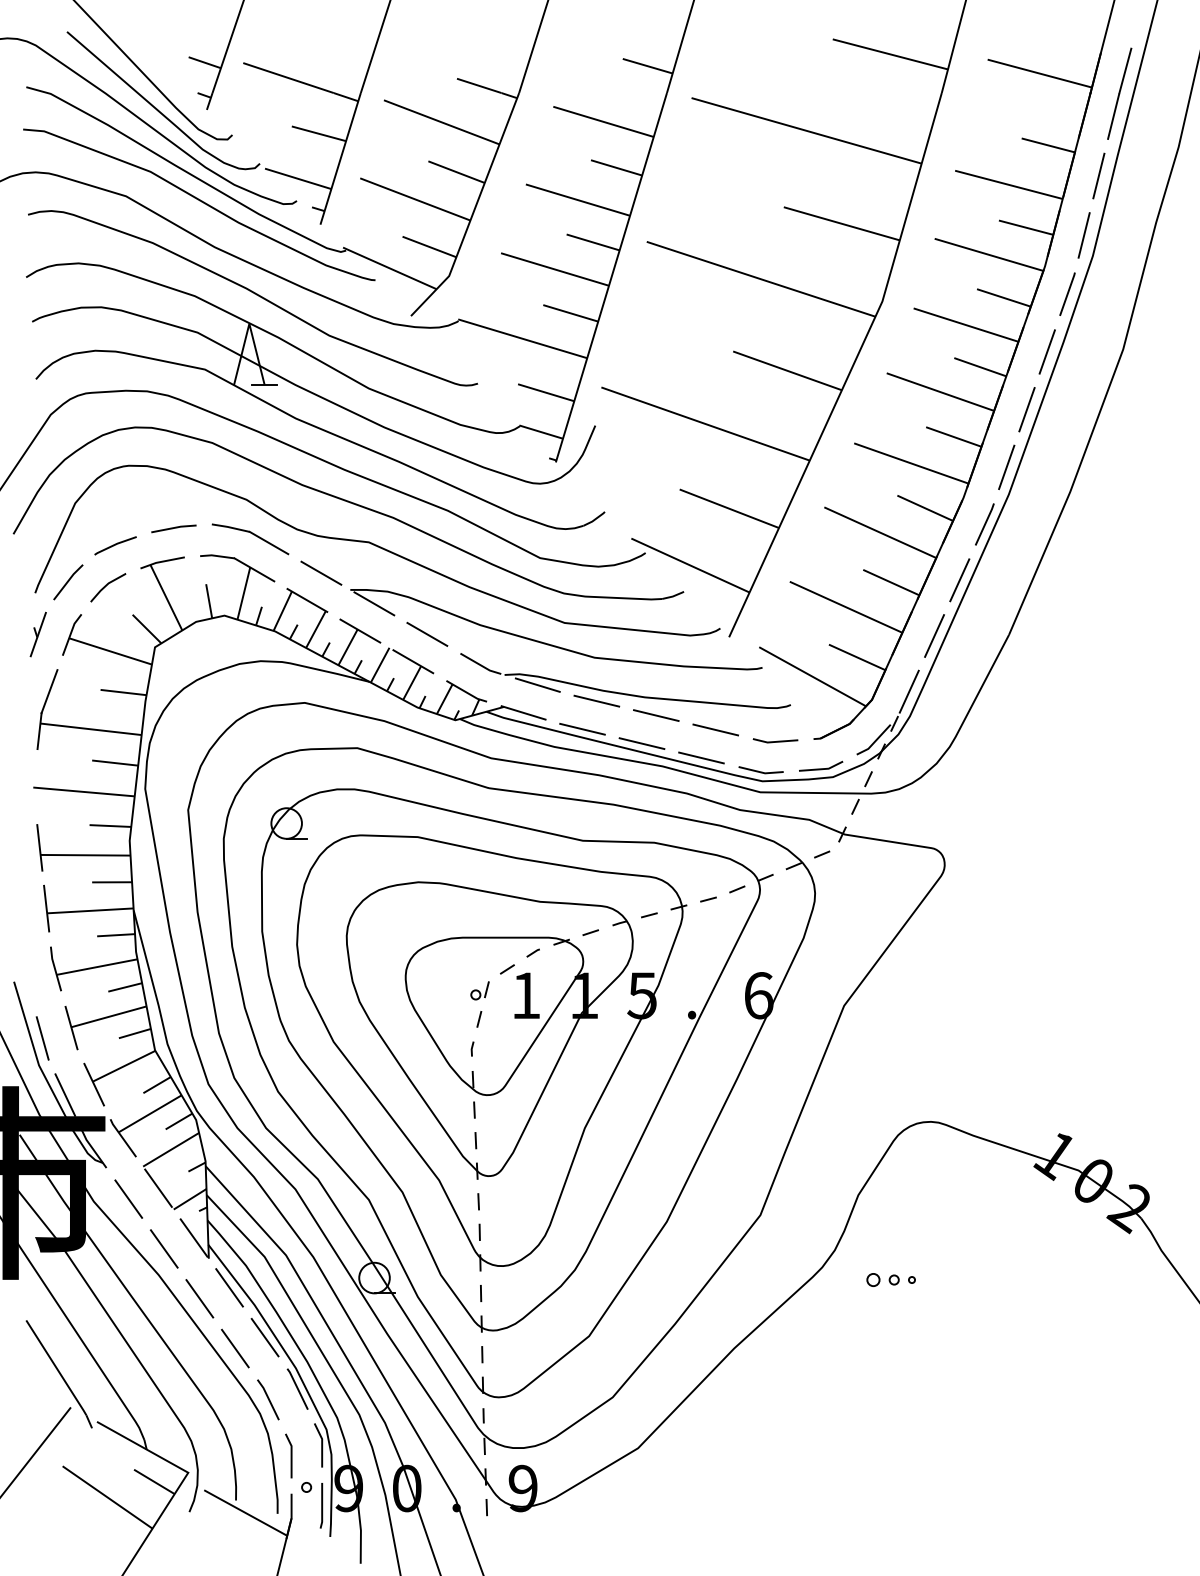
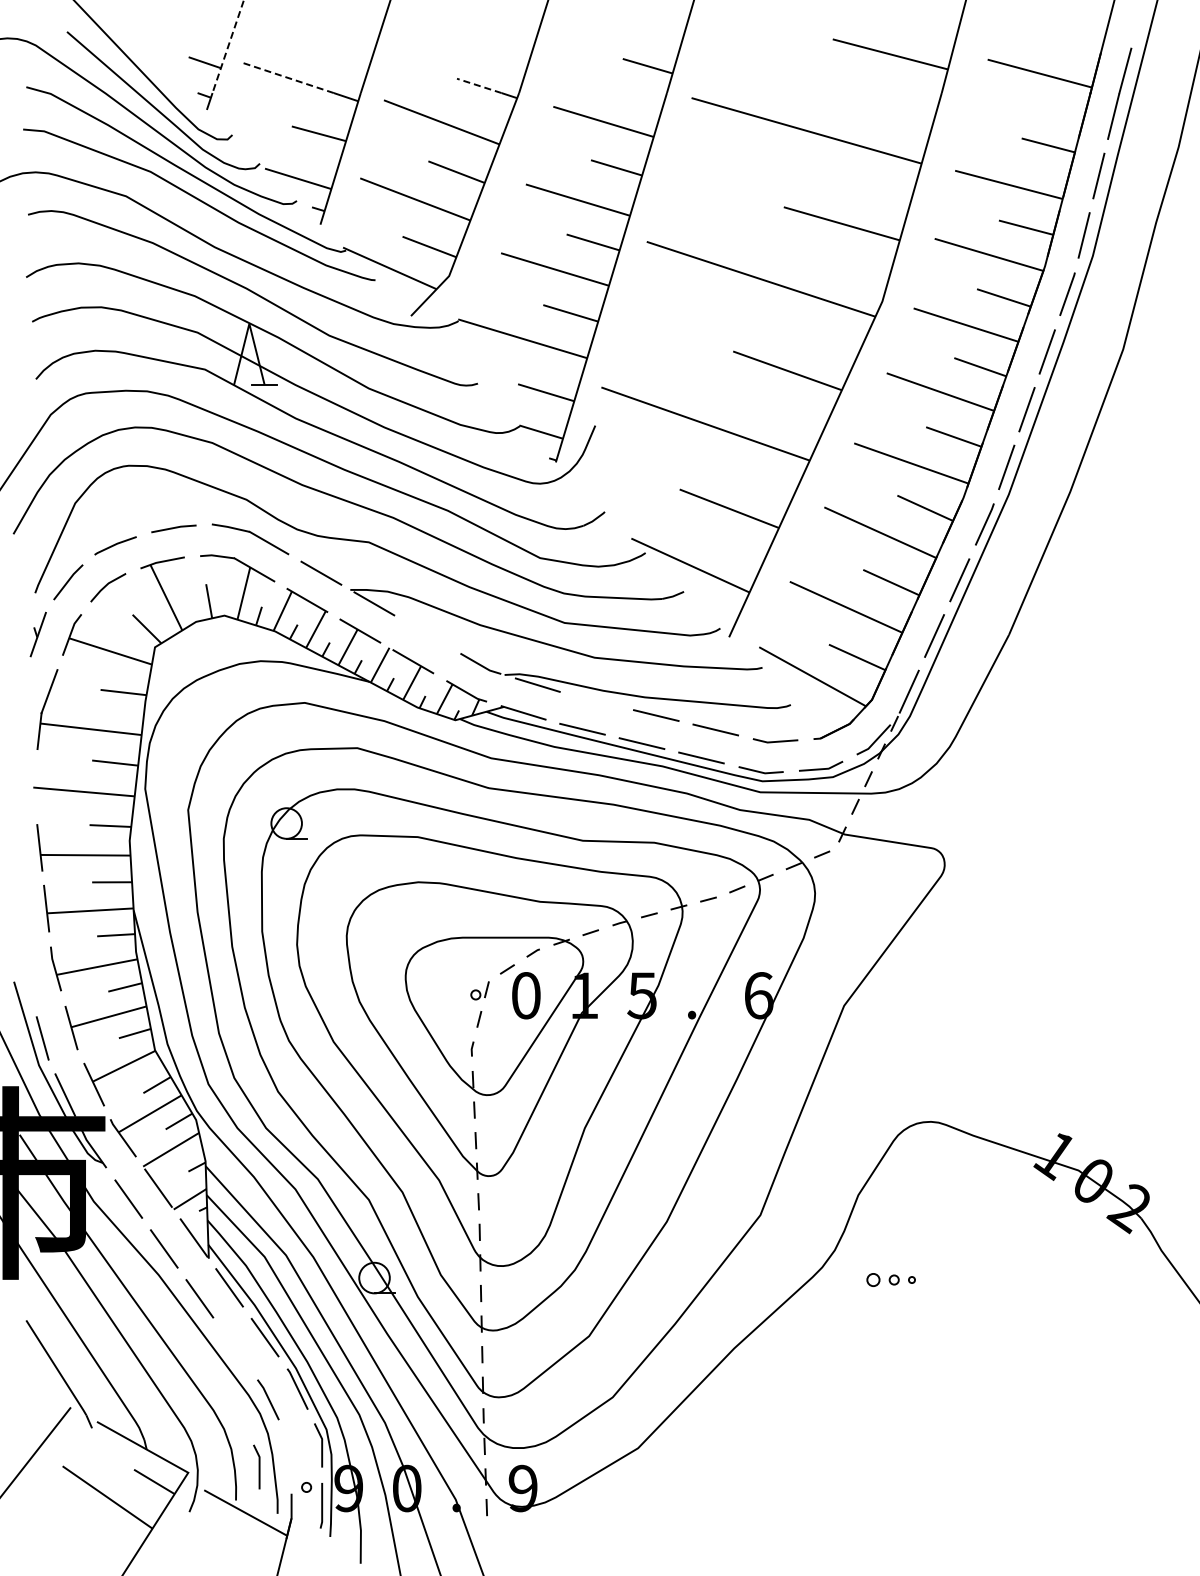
line at (228, 46): solid -> dashed
line at (288, 78): solid -> dashed
line at (478, 85): solid -> dashed
line at (427, 633): present -> none
line at (596, 700): present -> none
text at (526, 995): 1 -> 0
line at (235, 1348): present -> none
line at (290, 1455) position: (290, 1455) -> (258, 1466)
